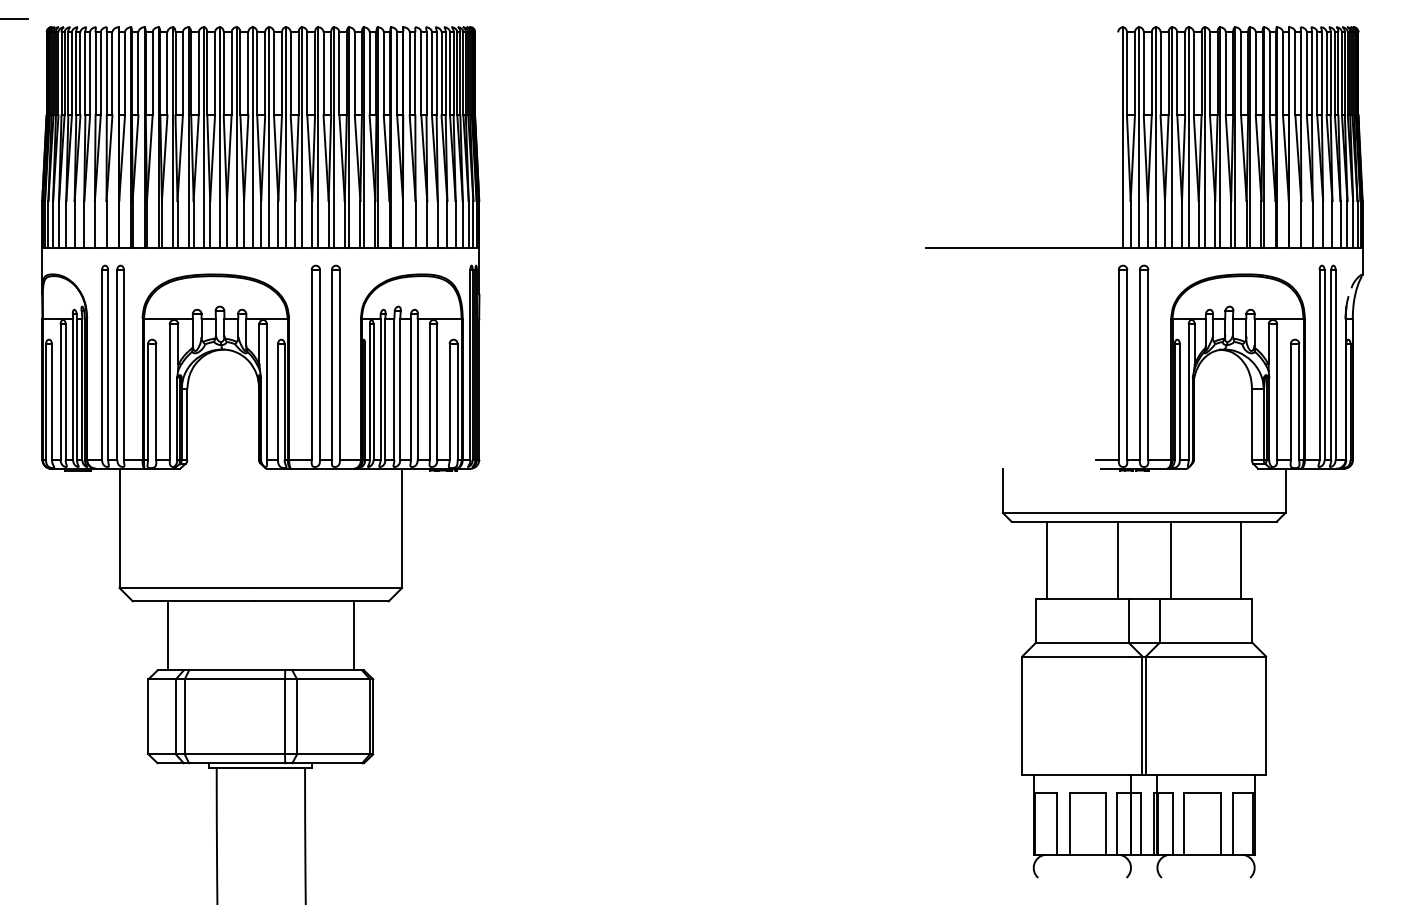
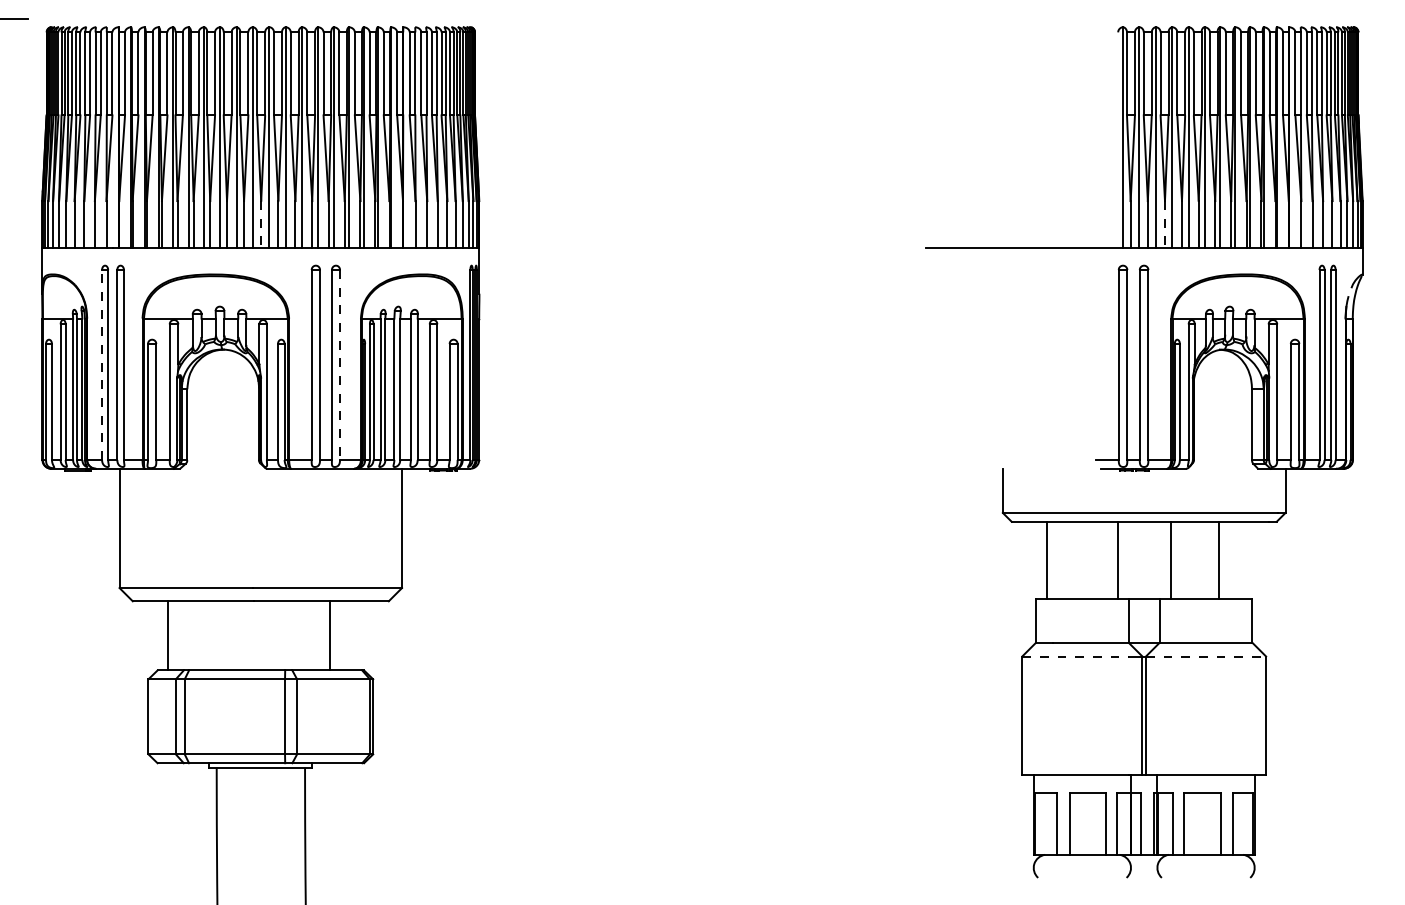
line at (261, 225): solid -> dashed
line at (1164, 225): solid -> dashed
line at (102, 364): solid -> dashed
line at (340, 364): solid -> dashed
line at (1241, 559) position: (1241, 559) -> (1219, 559)
line at (353, 635) position: (353, 635) -> (329, 635)
line at (1076, 656): solid -> dashed
line at (1206, 656): solid -> dashed
